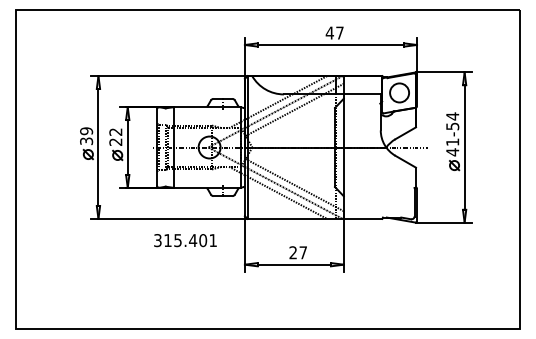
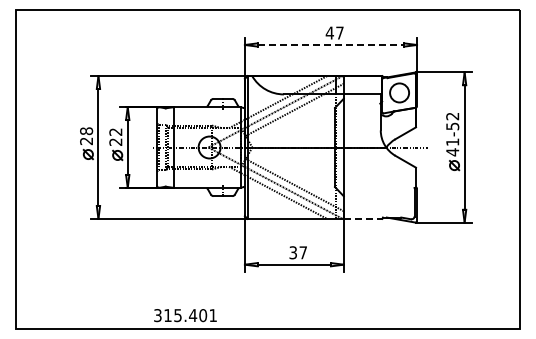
line at (331, 45): solid -> dashed
text at (452, 116): 41-54 -> 41-52
text at (86, 135): 39 -> 28
line at (363, 218): solid -> dashed
text at (185, 240) position: (185, 240) -> (185, 315)
text at (292, 252): 27 -> 37
